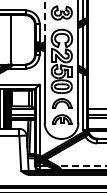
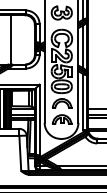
line at (44, 20): dashed -> solid
line at (81, 165): dashed -> solid
